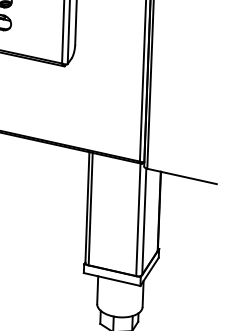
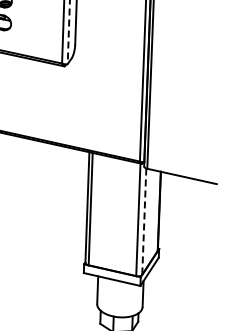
line at (68, 32): solid -> dashed
line at (144, 222): solid -> dashed
